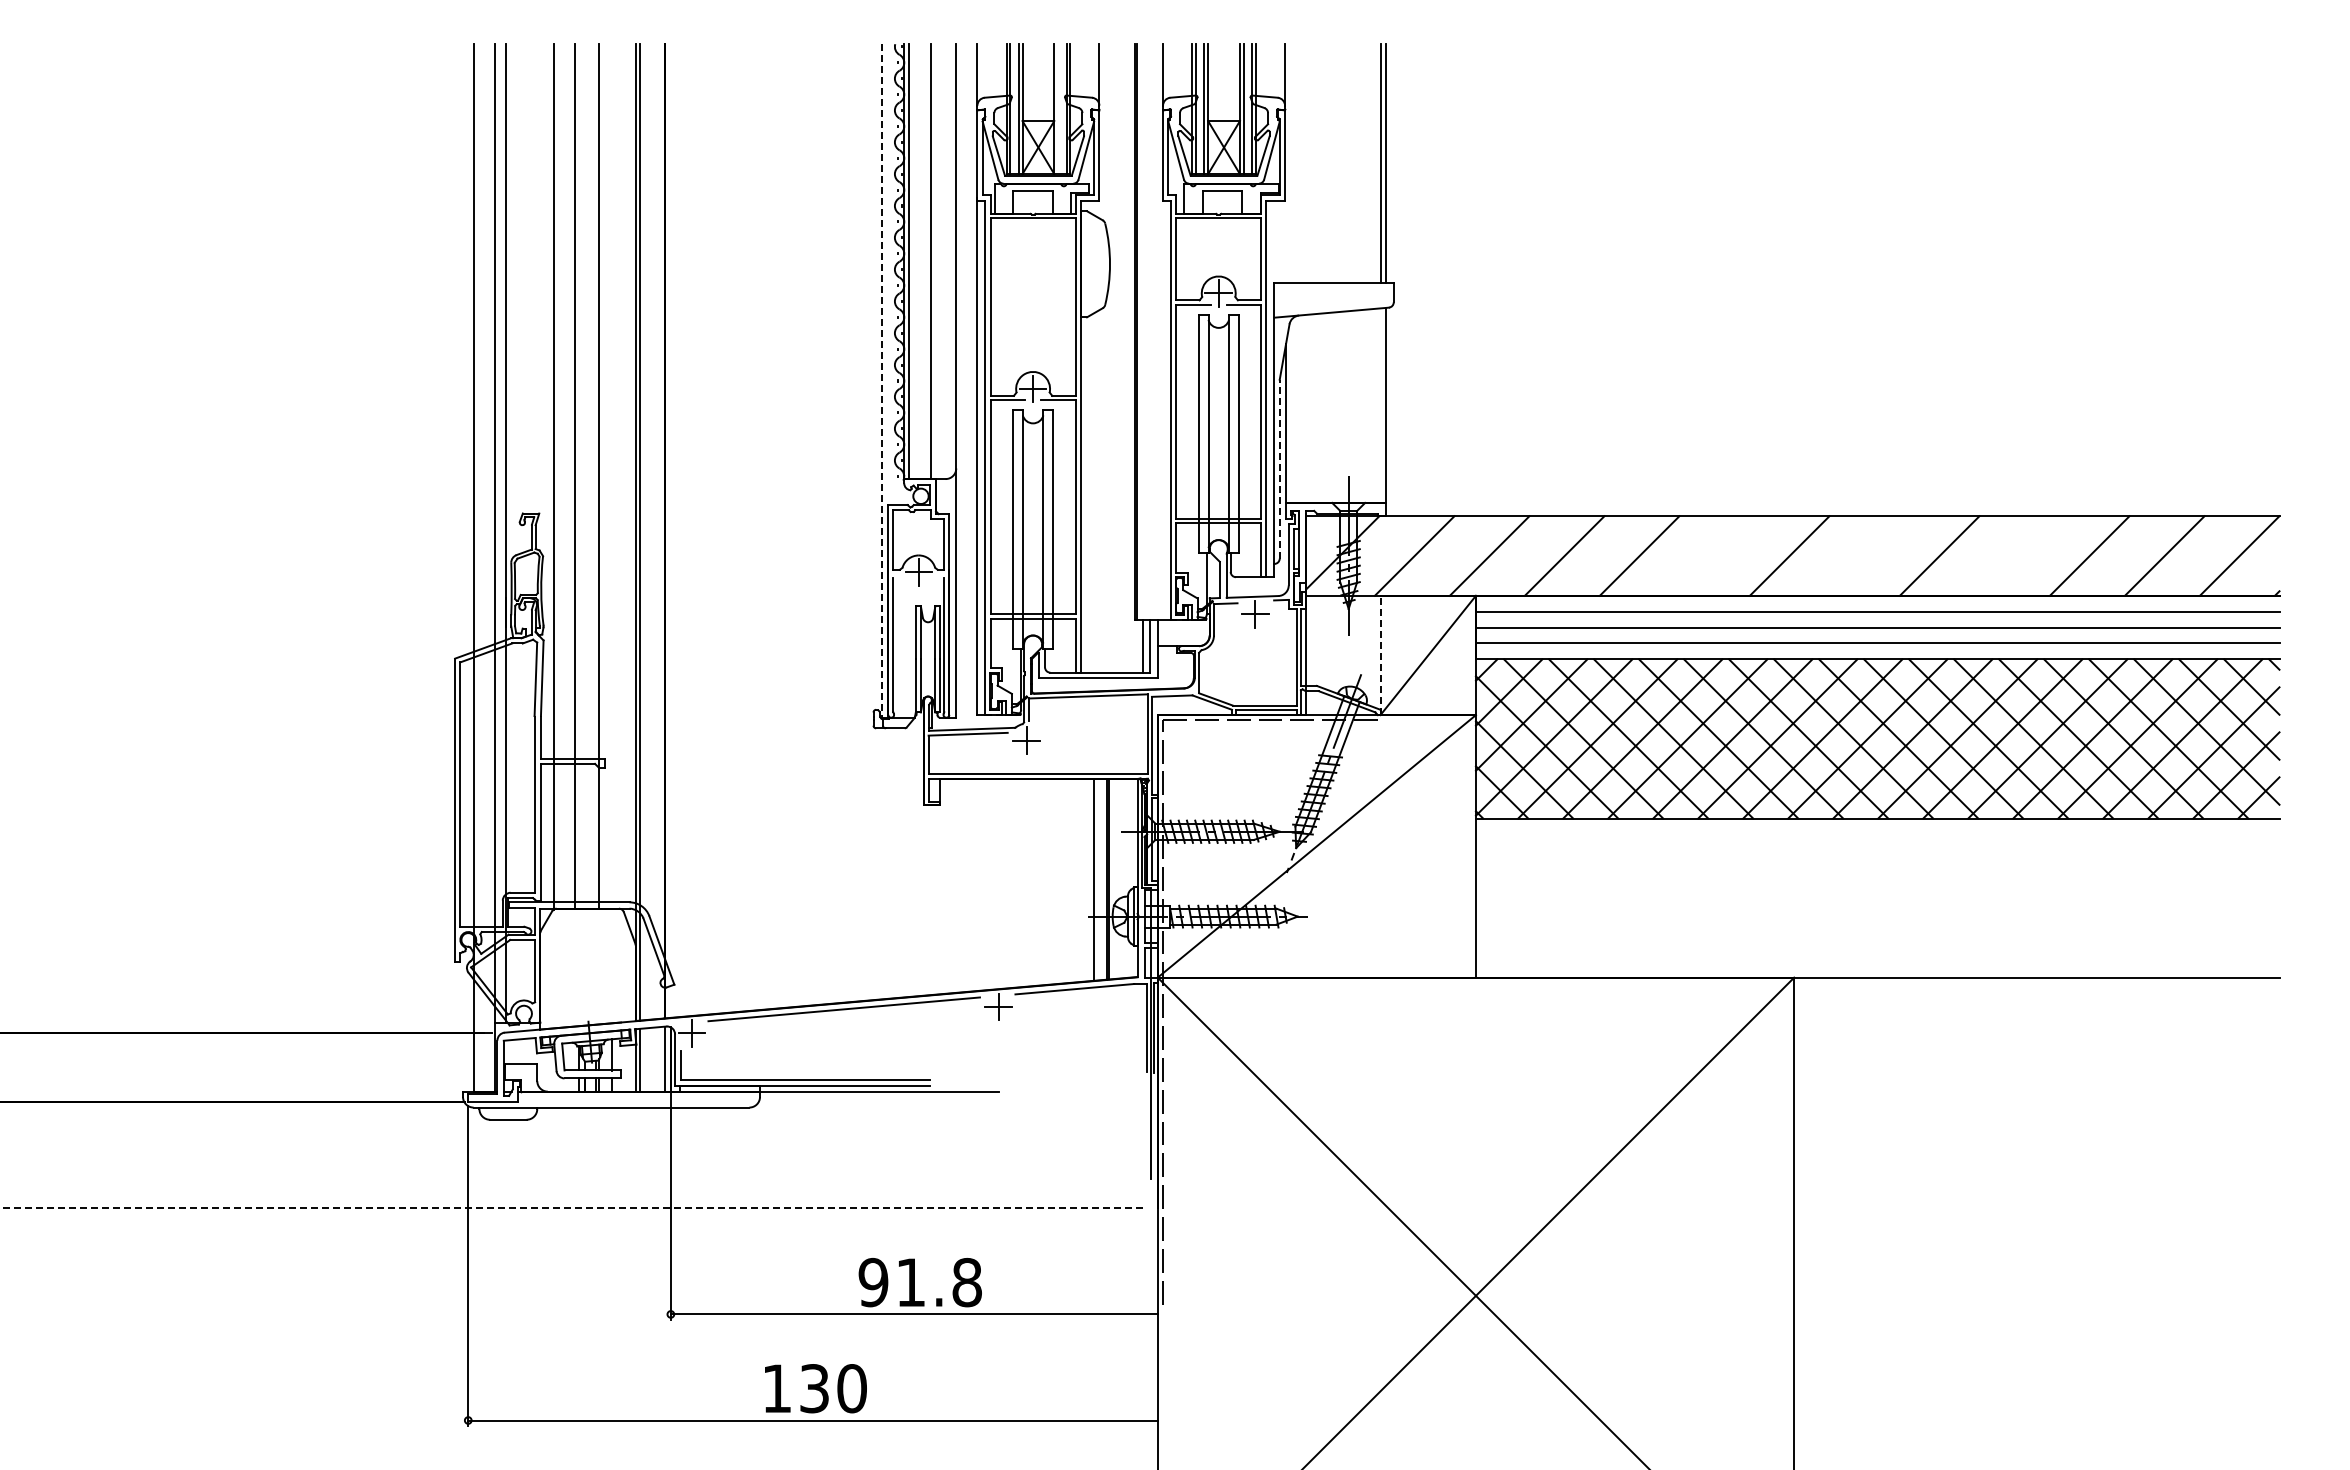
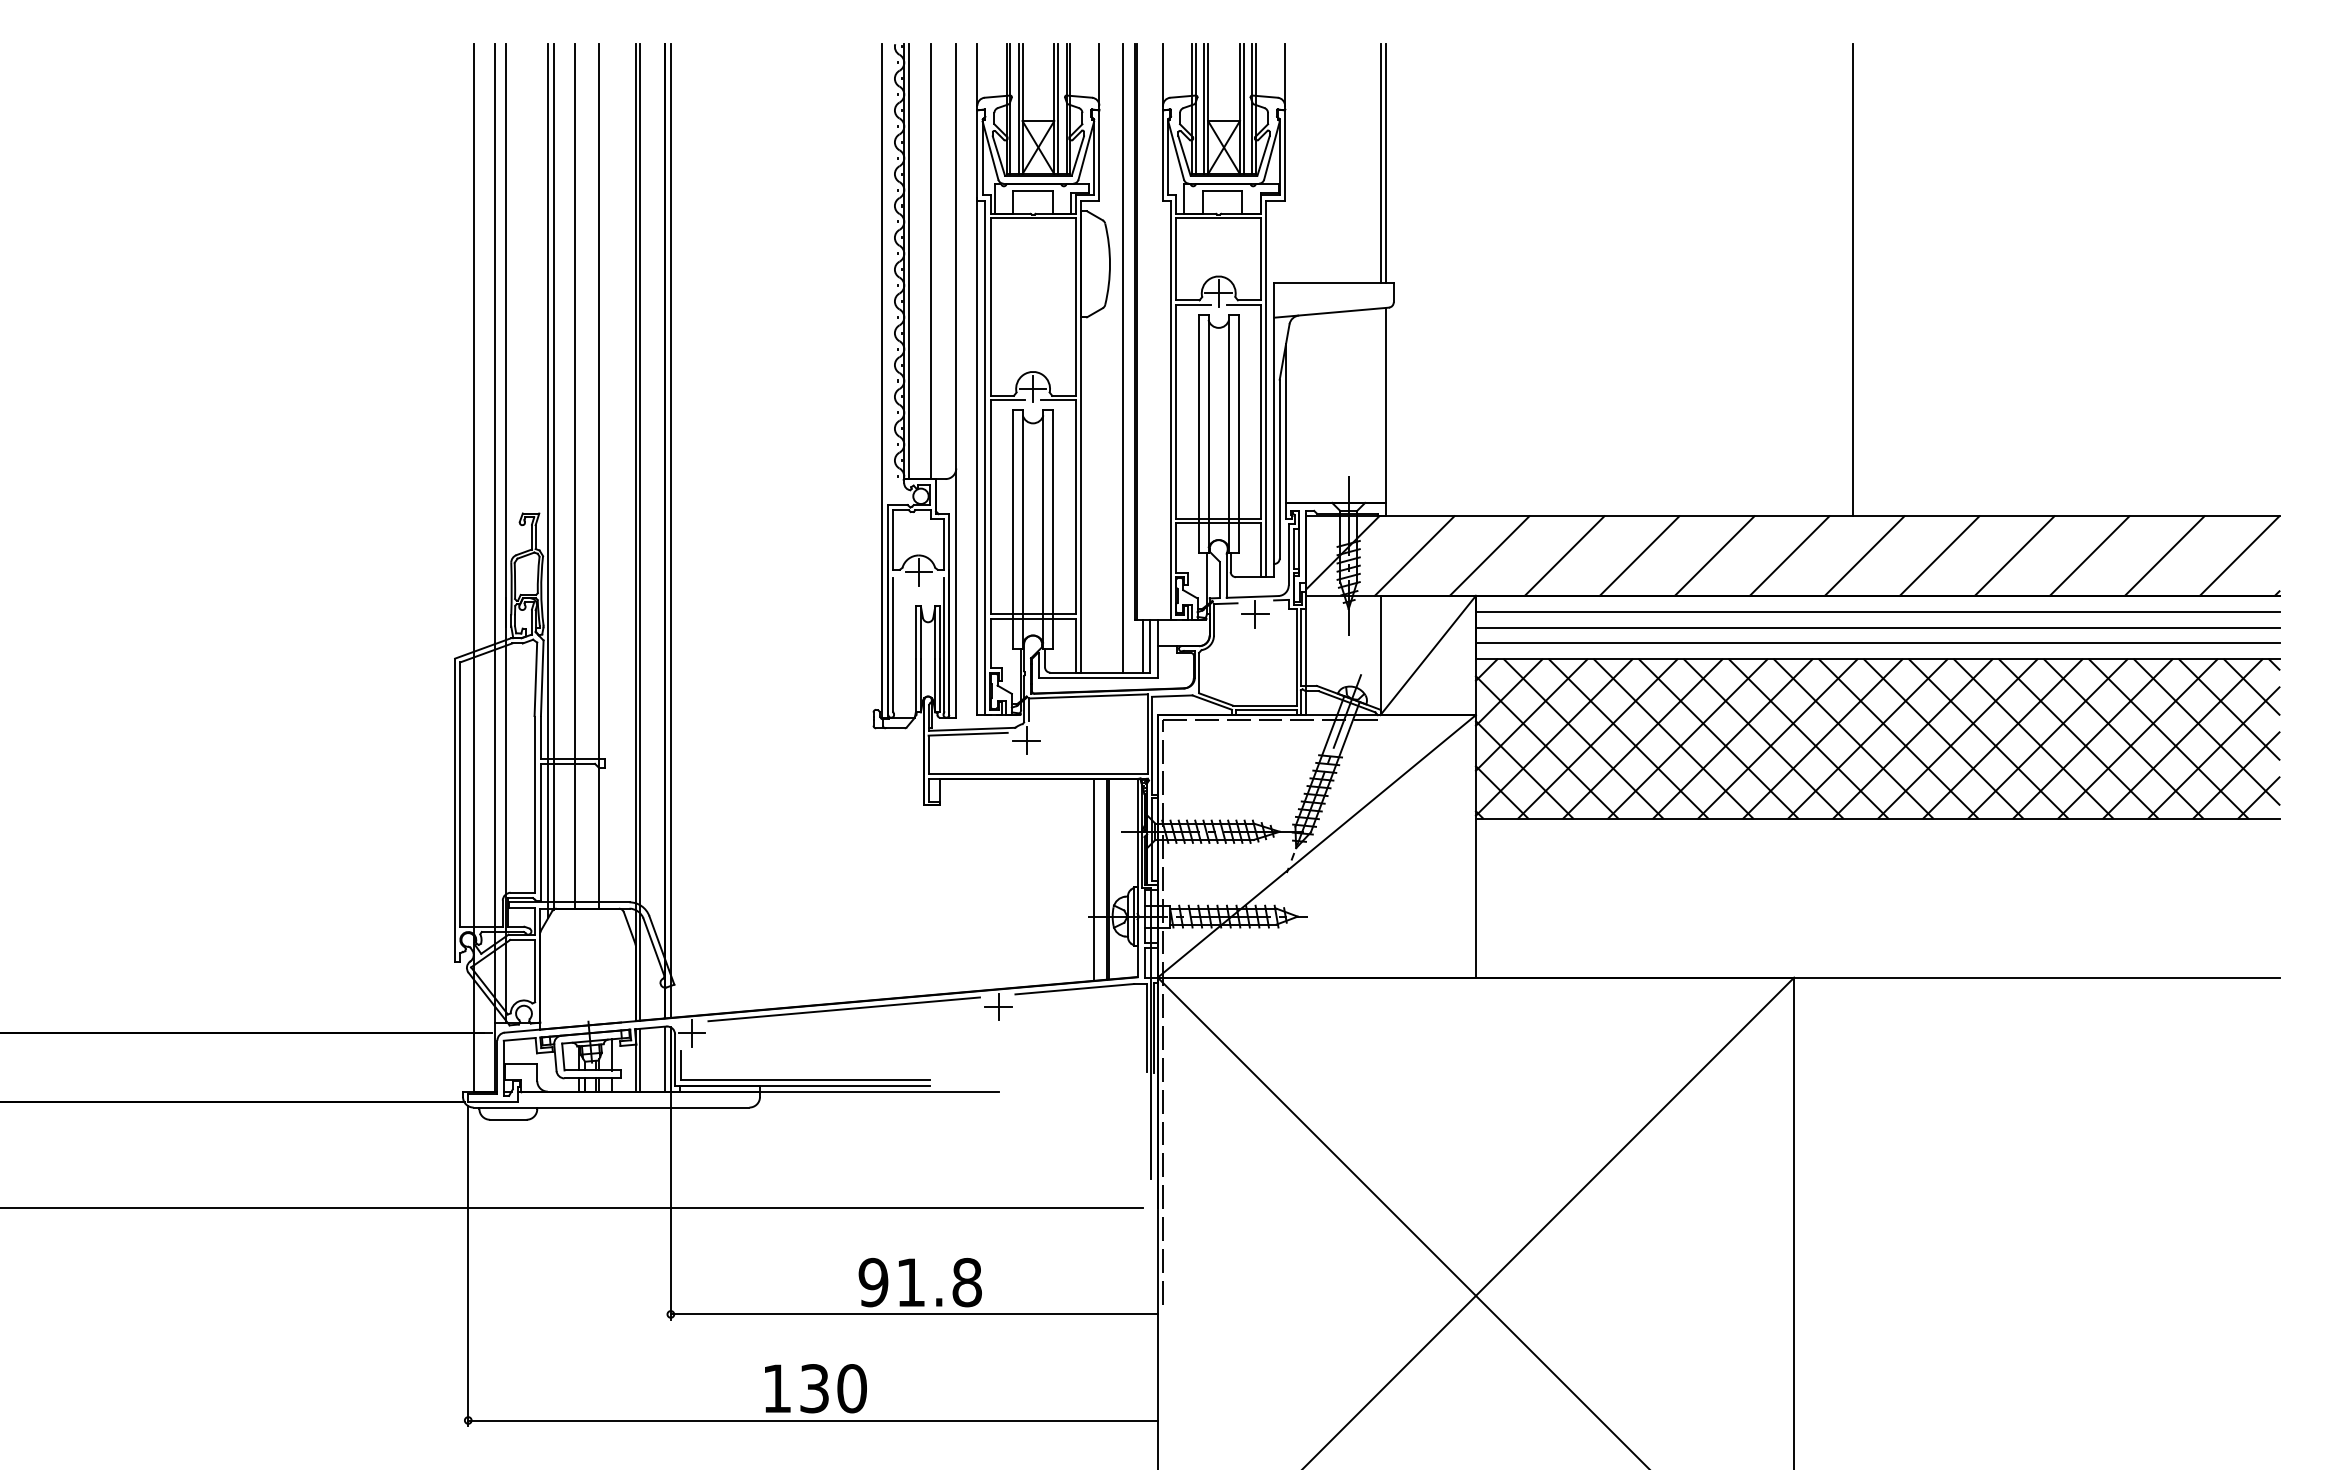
line at (1058, 109): none -> present
line at (1852, 280): none -> present
line at (1122, 358): none -> present
line at (882, 380): dashed -> solid
line at (1279, 468): dashed -> solid
line at (548, 480): none -> present
line at (670, 530): none -> present
line at (1714, 555): none -> present
line at (1864, 555): none -> present
line at (2014, 555): none -> present
line at (1380, 655): dashed -> solid
line at (571, 1208): dashed -> solid
